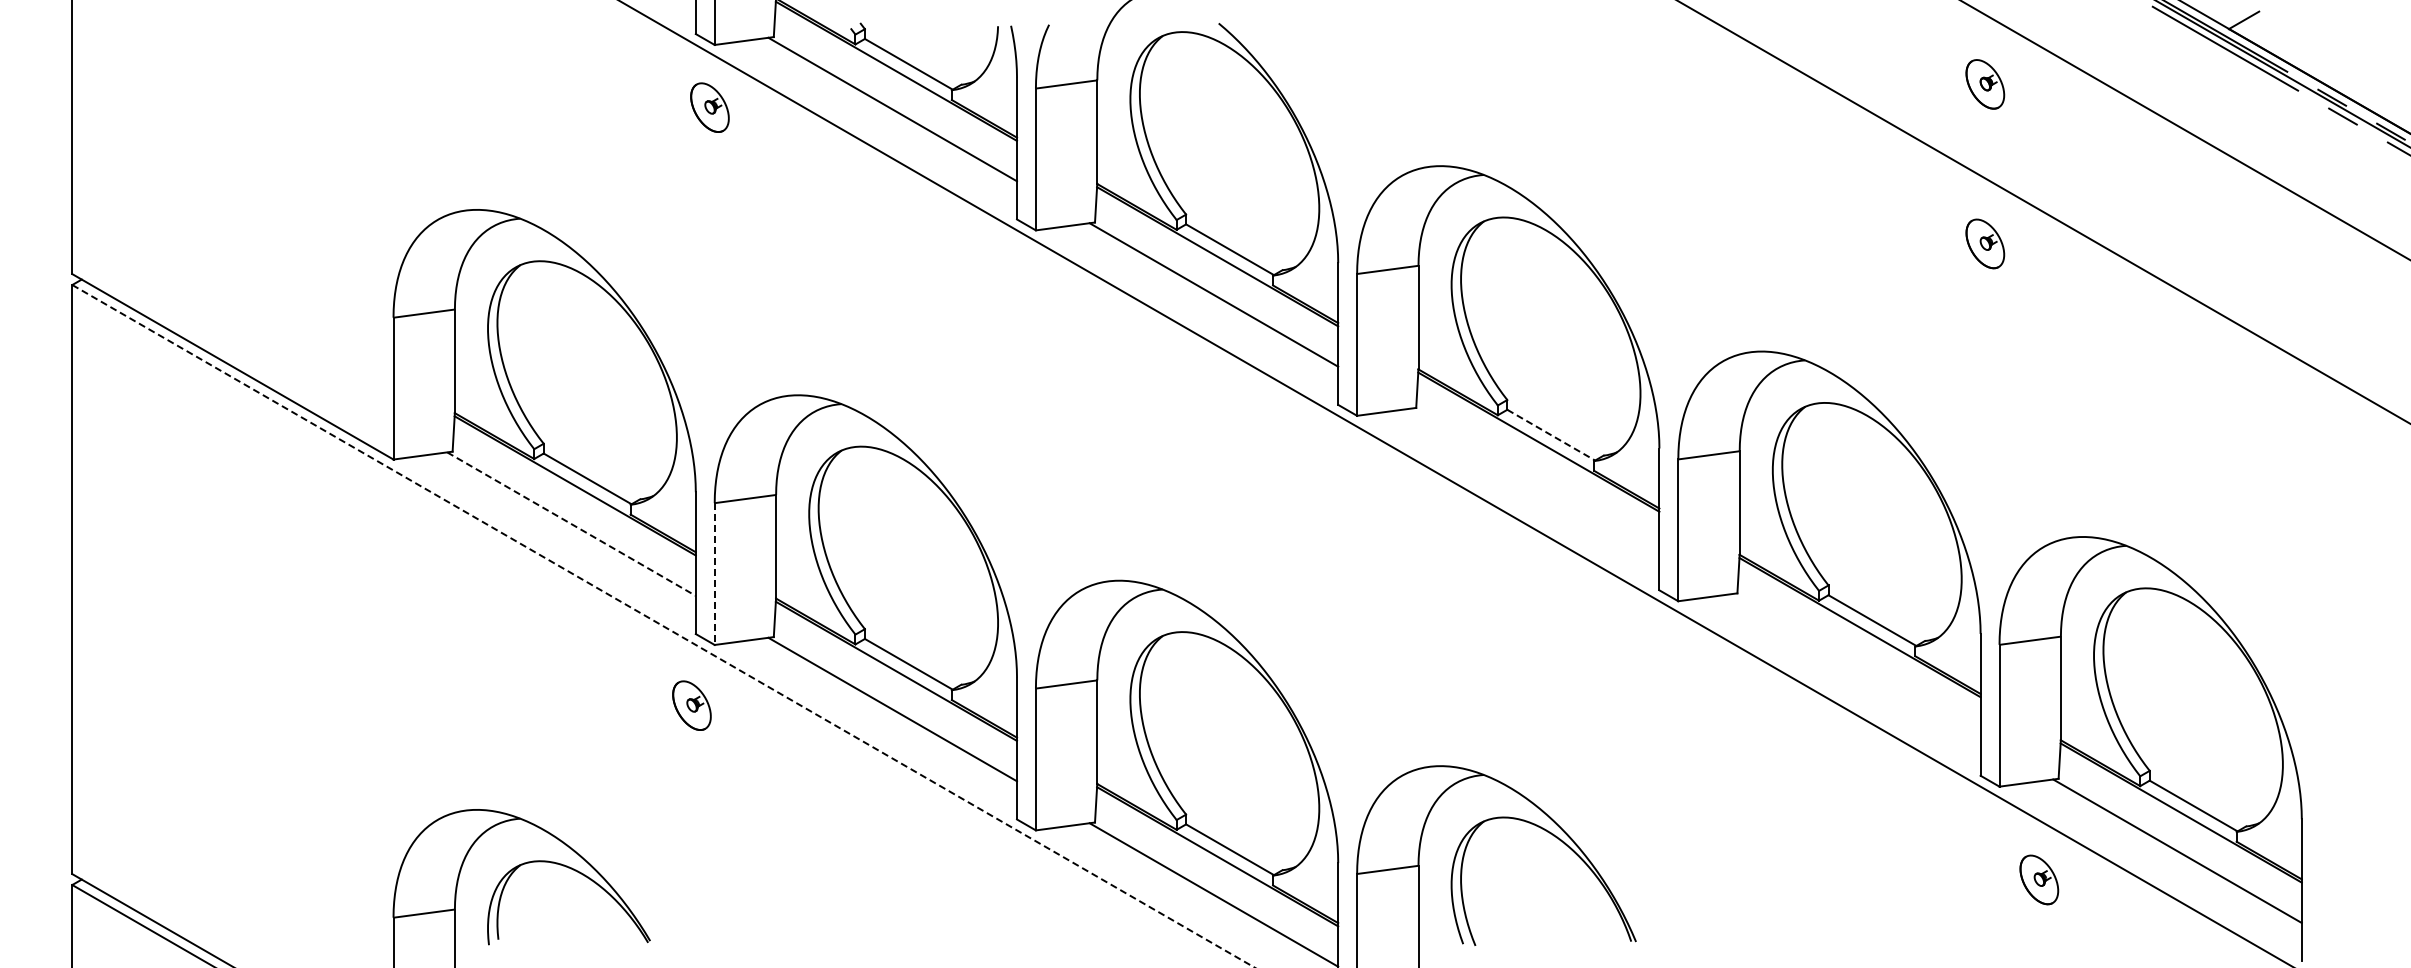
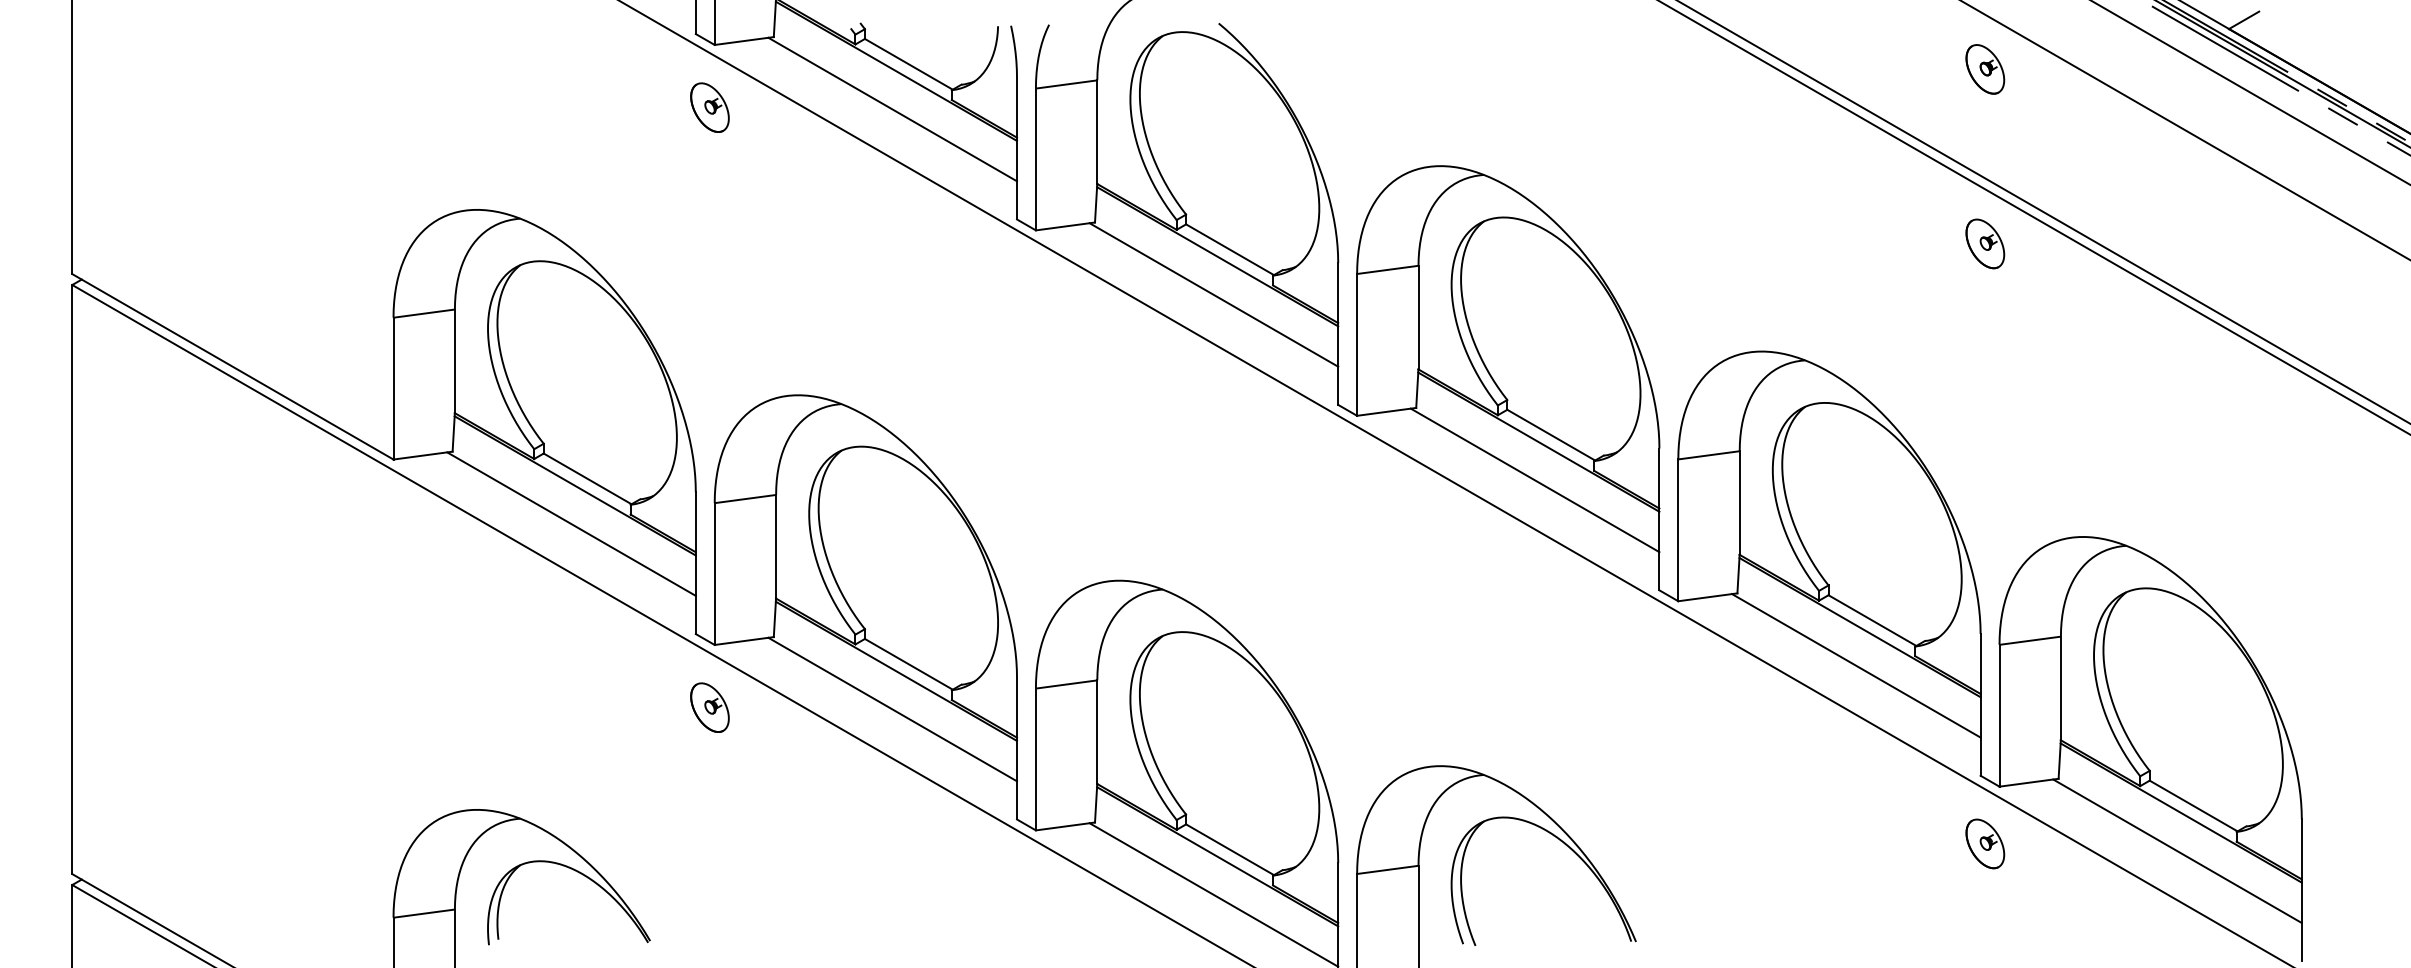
part at (1985, 84) position: (1985, 84) -> (1985, 69)
line at (2250, 92): none -> present
line at (2033, 217): none -> present
line at (1551, 435): dashed -> solid
line at (1534, 480): none -> present
line at (571, 524): dashed -> solid
line at (714, 574): dashed -> solid
line at (663, 626): dashed -> solid
line at (1856, 665): none -> present
part at (691, 705) position: (691, 705) -> (709, 707)
part at (2039, 879) position: (2039, 879) -> (1985, 843)
